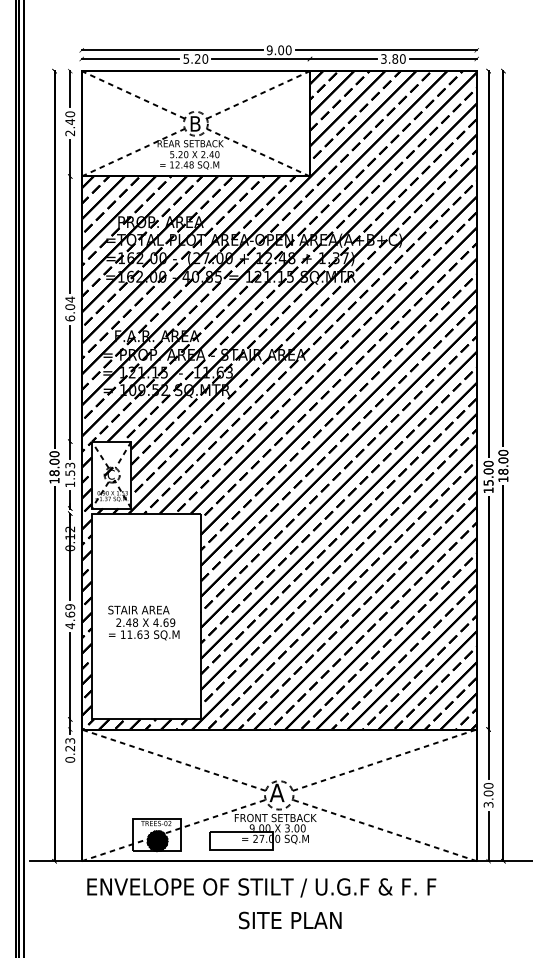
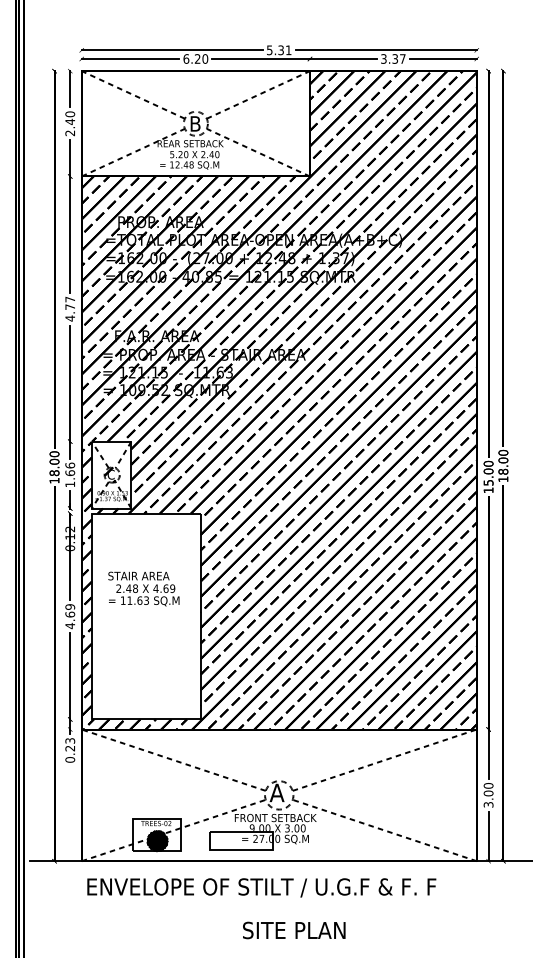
text at (278, 50): 9.00 -> 5.31
text at (186, 58): 5.20 -> 6.20
text at (398, 58): 3.80 -> 3.37
text at (70, 308): 6.04 -> 4.77
text at (70, 469): 1.53 -> 1.66
text at (143, 622) position: (143, 622) -> (143, 588)
text at (290, 920) position: (290, 920) -> (294, 930)
